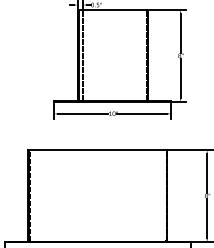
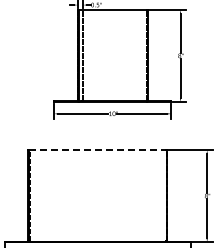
line at (97, 150): solid -> dashed
